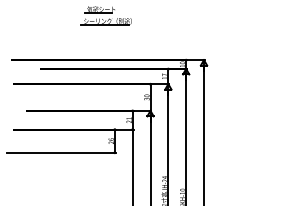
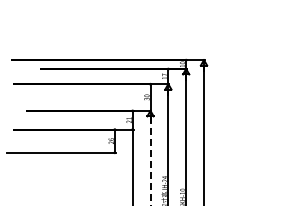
part at (105, 15): present -> none
line at (150, 161): solid -> dashed
